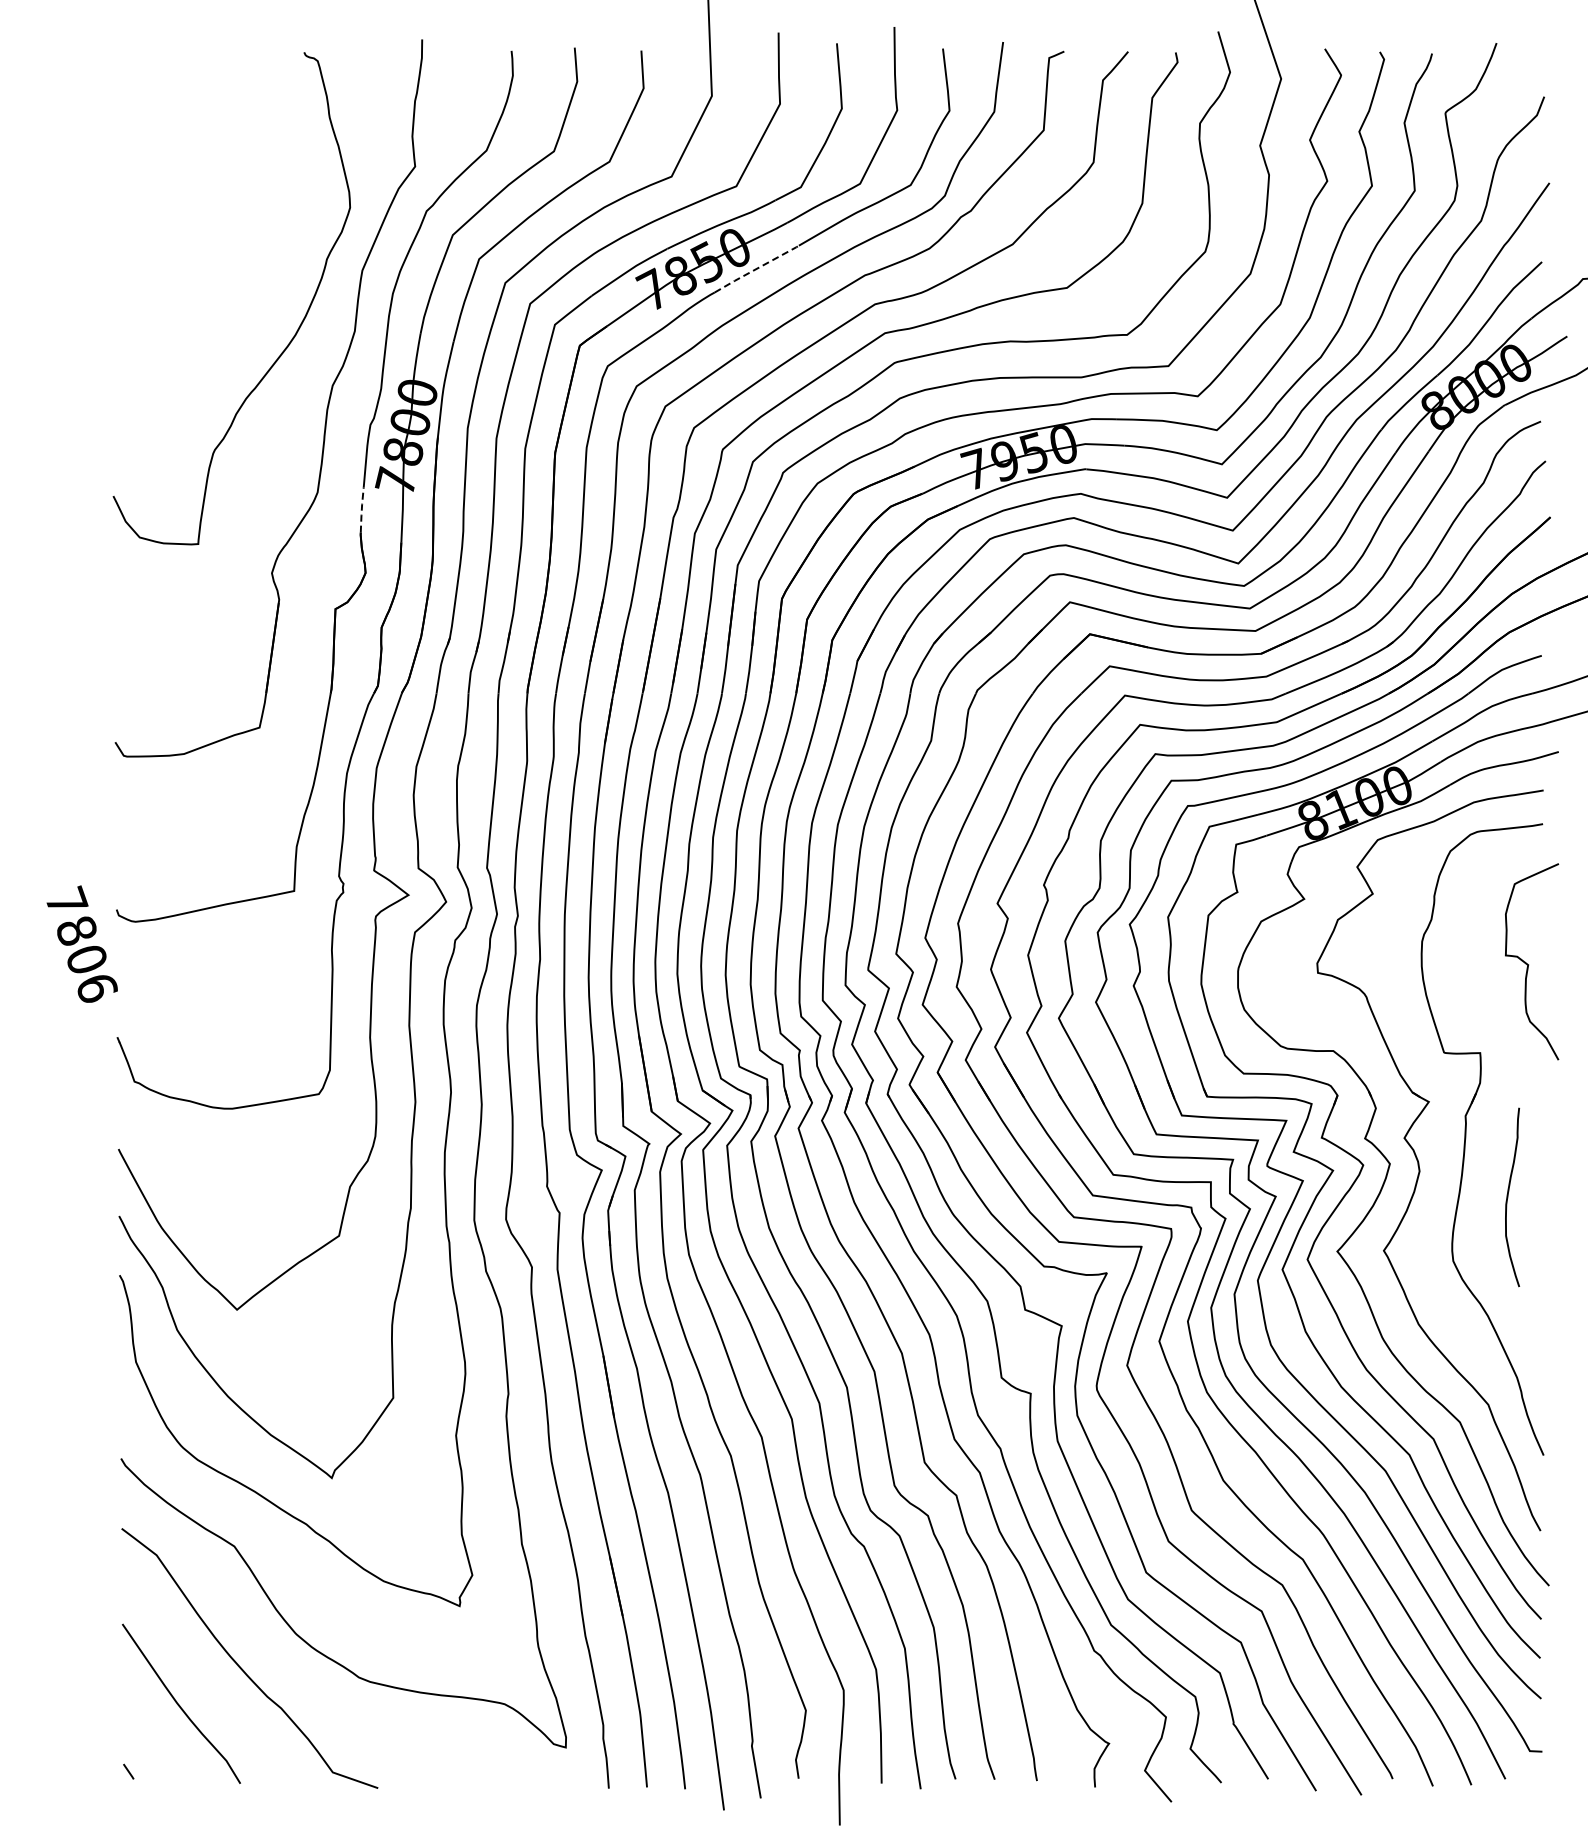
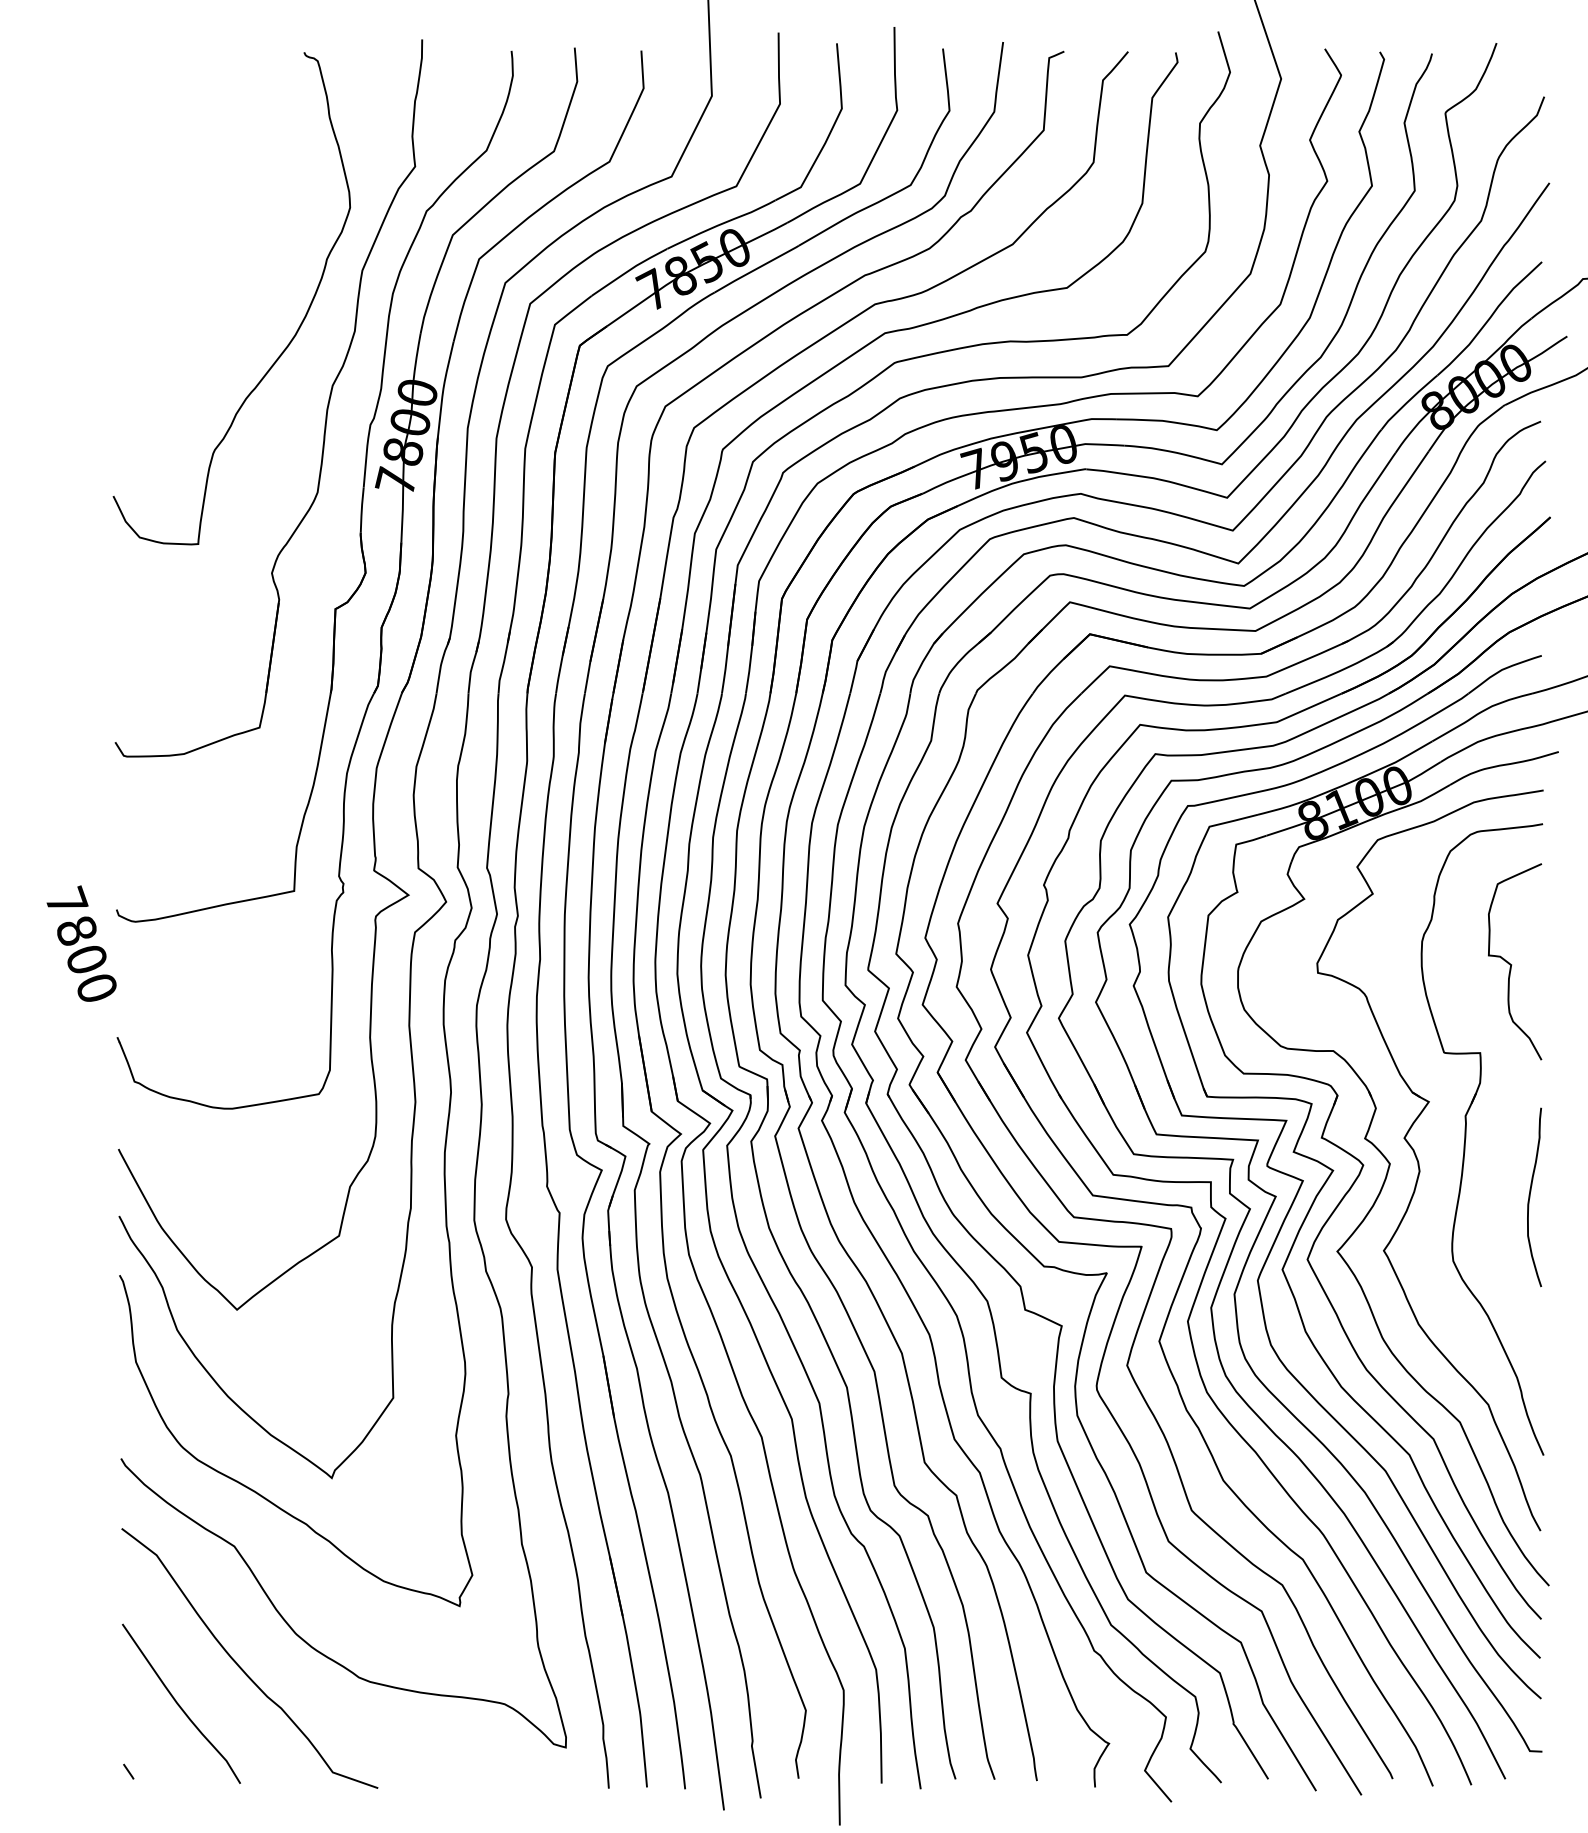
line at (756, 269): dashed -> solid
line at (361, 509): dashed -> solid
curve at (1528, 964) position: (1528, 964) -> (1511, 964)
text at (97, 988): 7806 -> 7800
curve at (1508, 1197) position: (1508, 1197) -> (1530, 1197)
